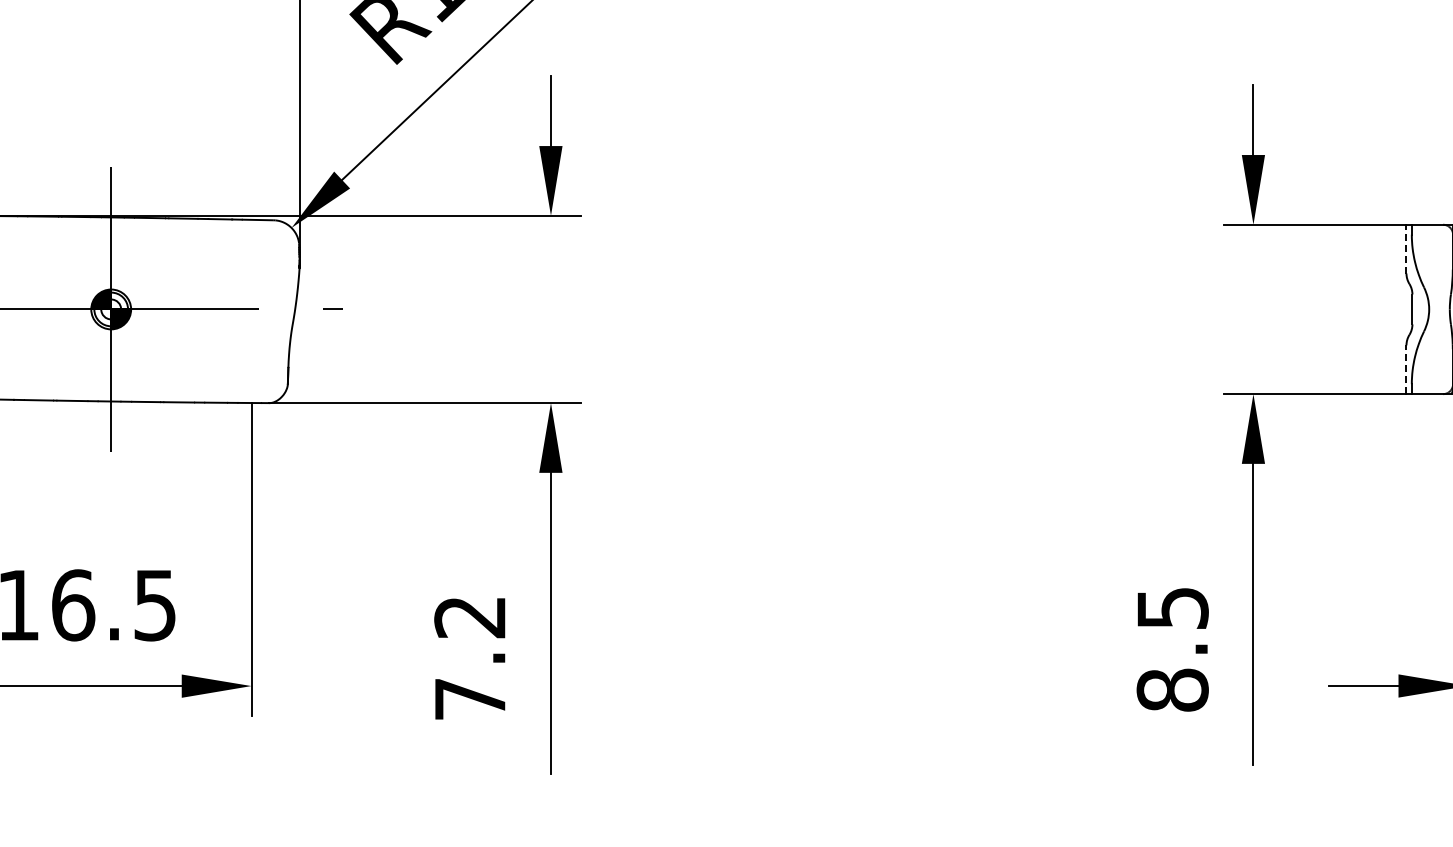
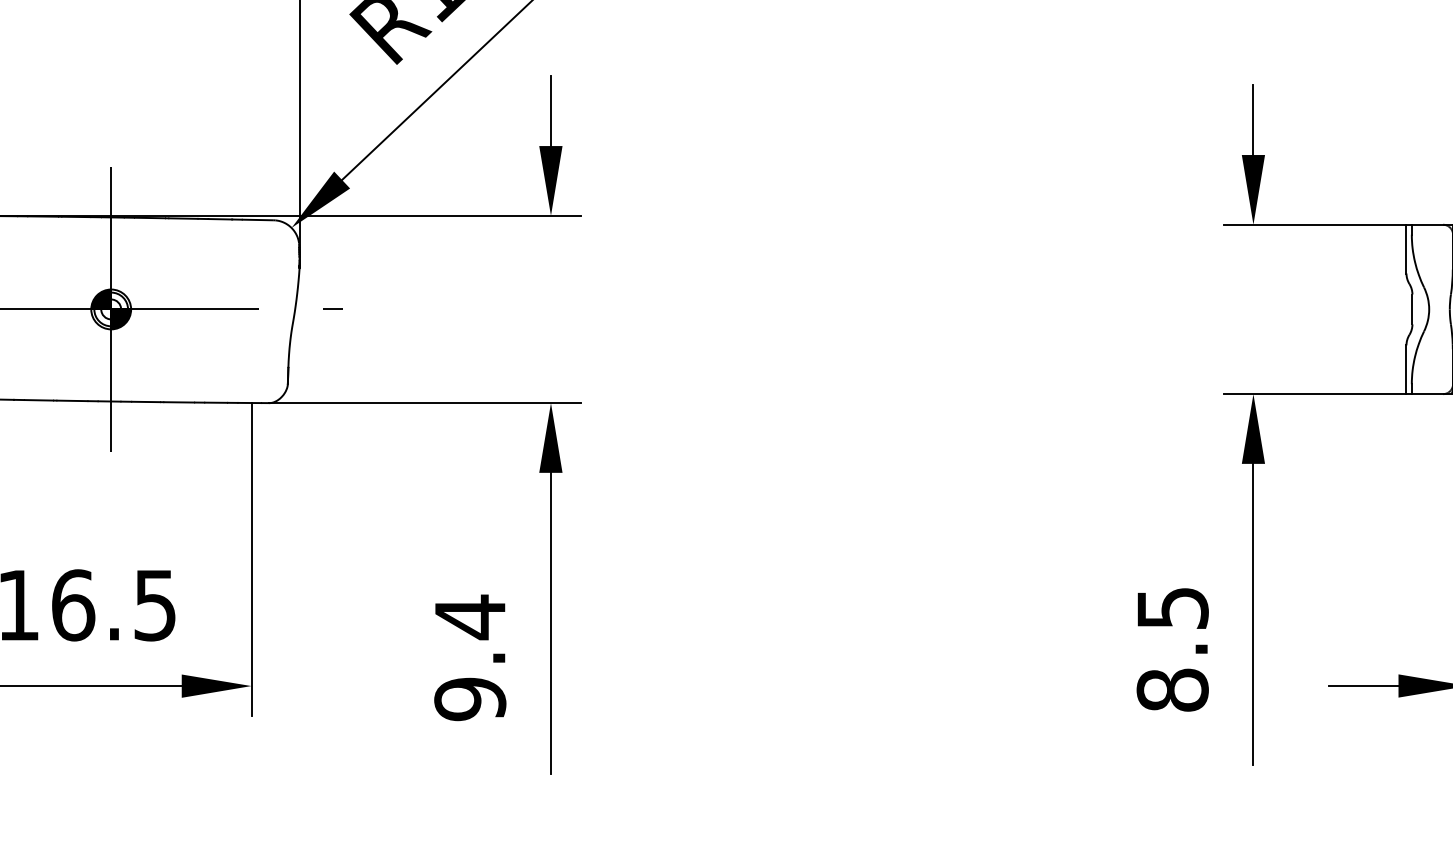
line at (1406, 248): dashed -> solid
line at (1406, 369): dashed -> solid
text at (470, 657): 7.2 -> 9.4
